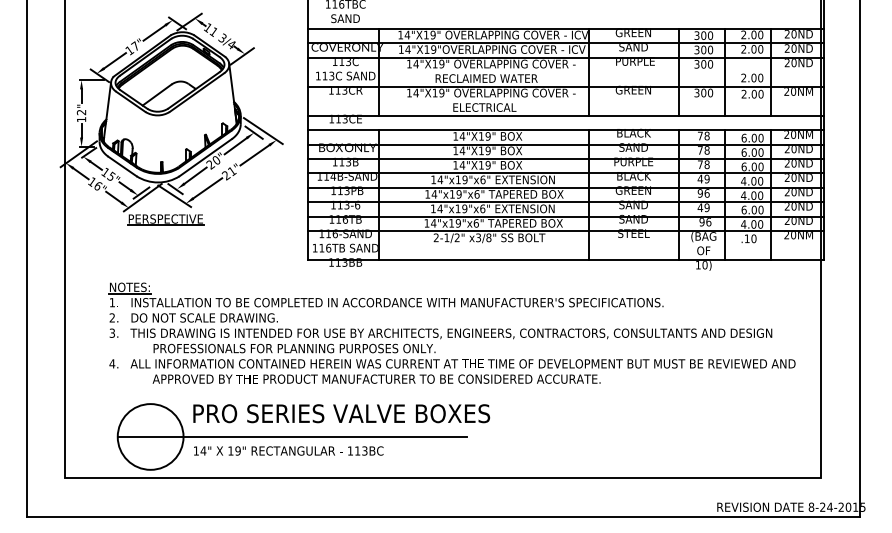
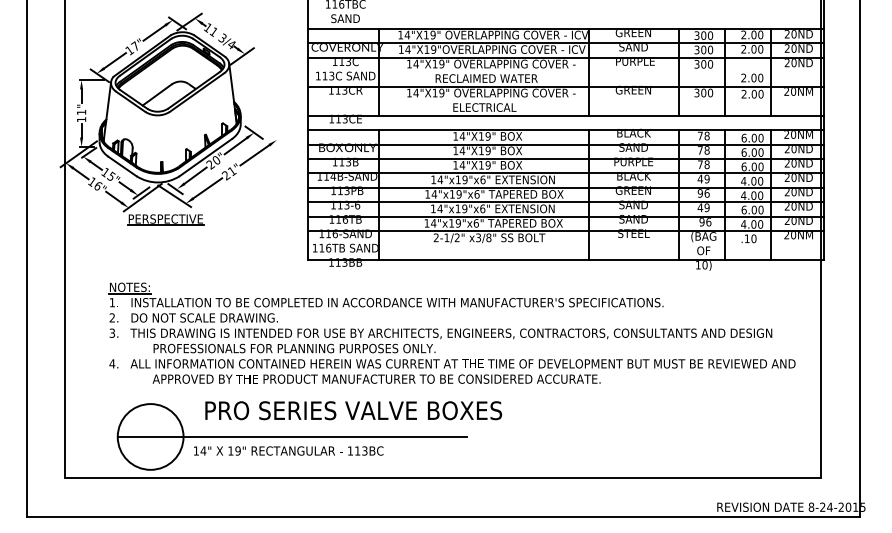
text at (80, 112): 12" -> 11"
line at (262, 131): present -> none
text at (341, 413) position: (341, 413) -> (353, 410)
